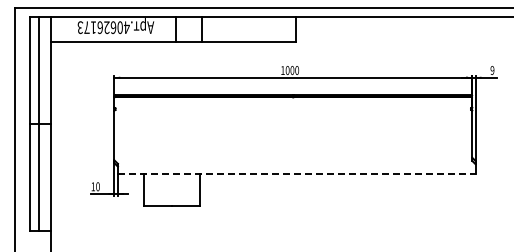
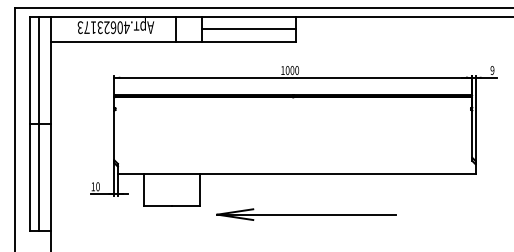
text at (99, 27): .40626173 -> .40623173
line at (248, 29): none -> present
line at (296, 174): dashed -> solid
part at (306, 214): none -> present
